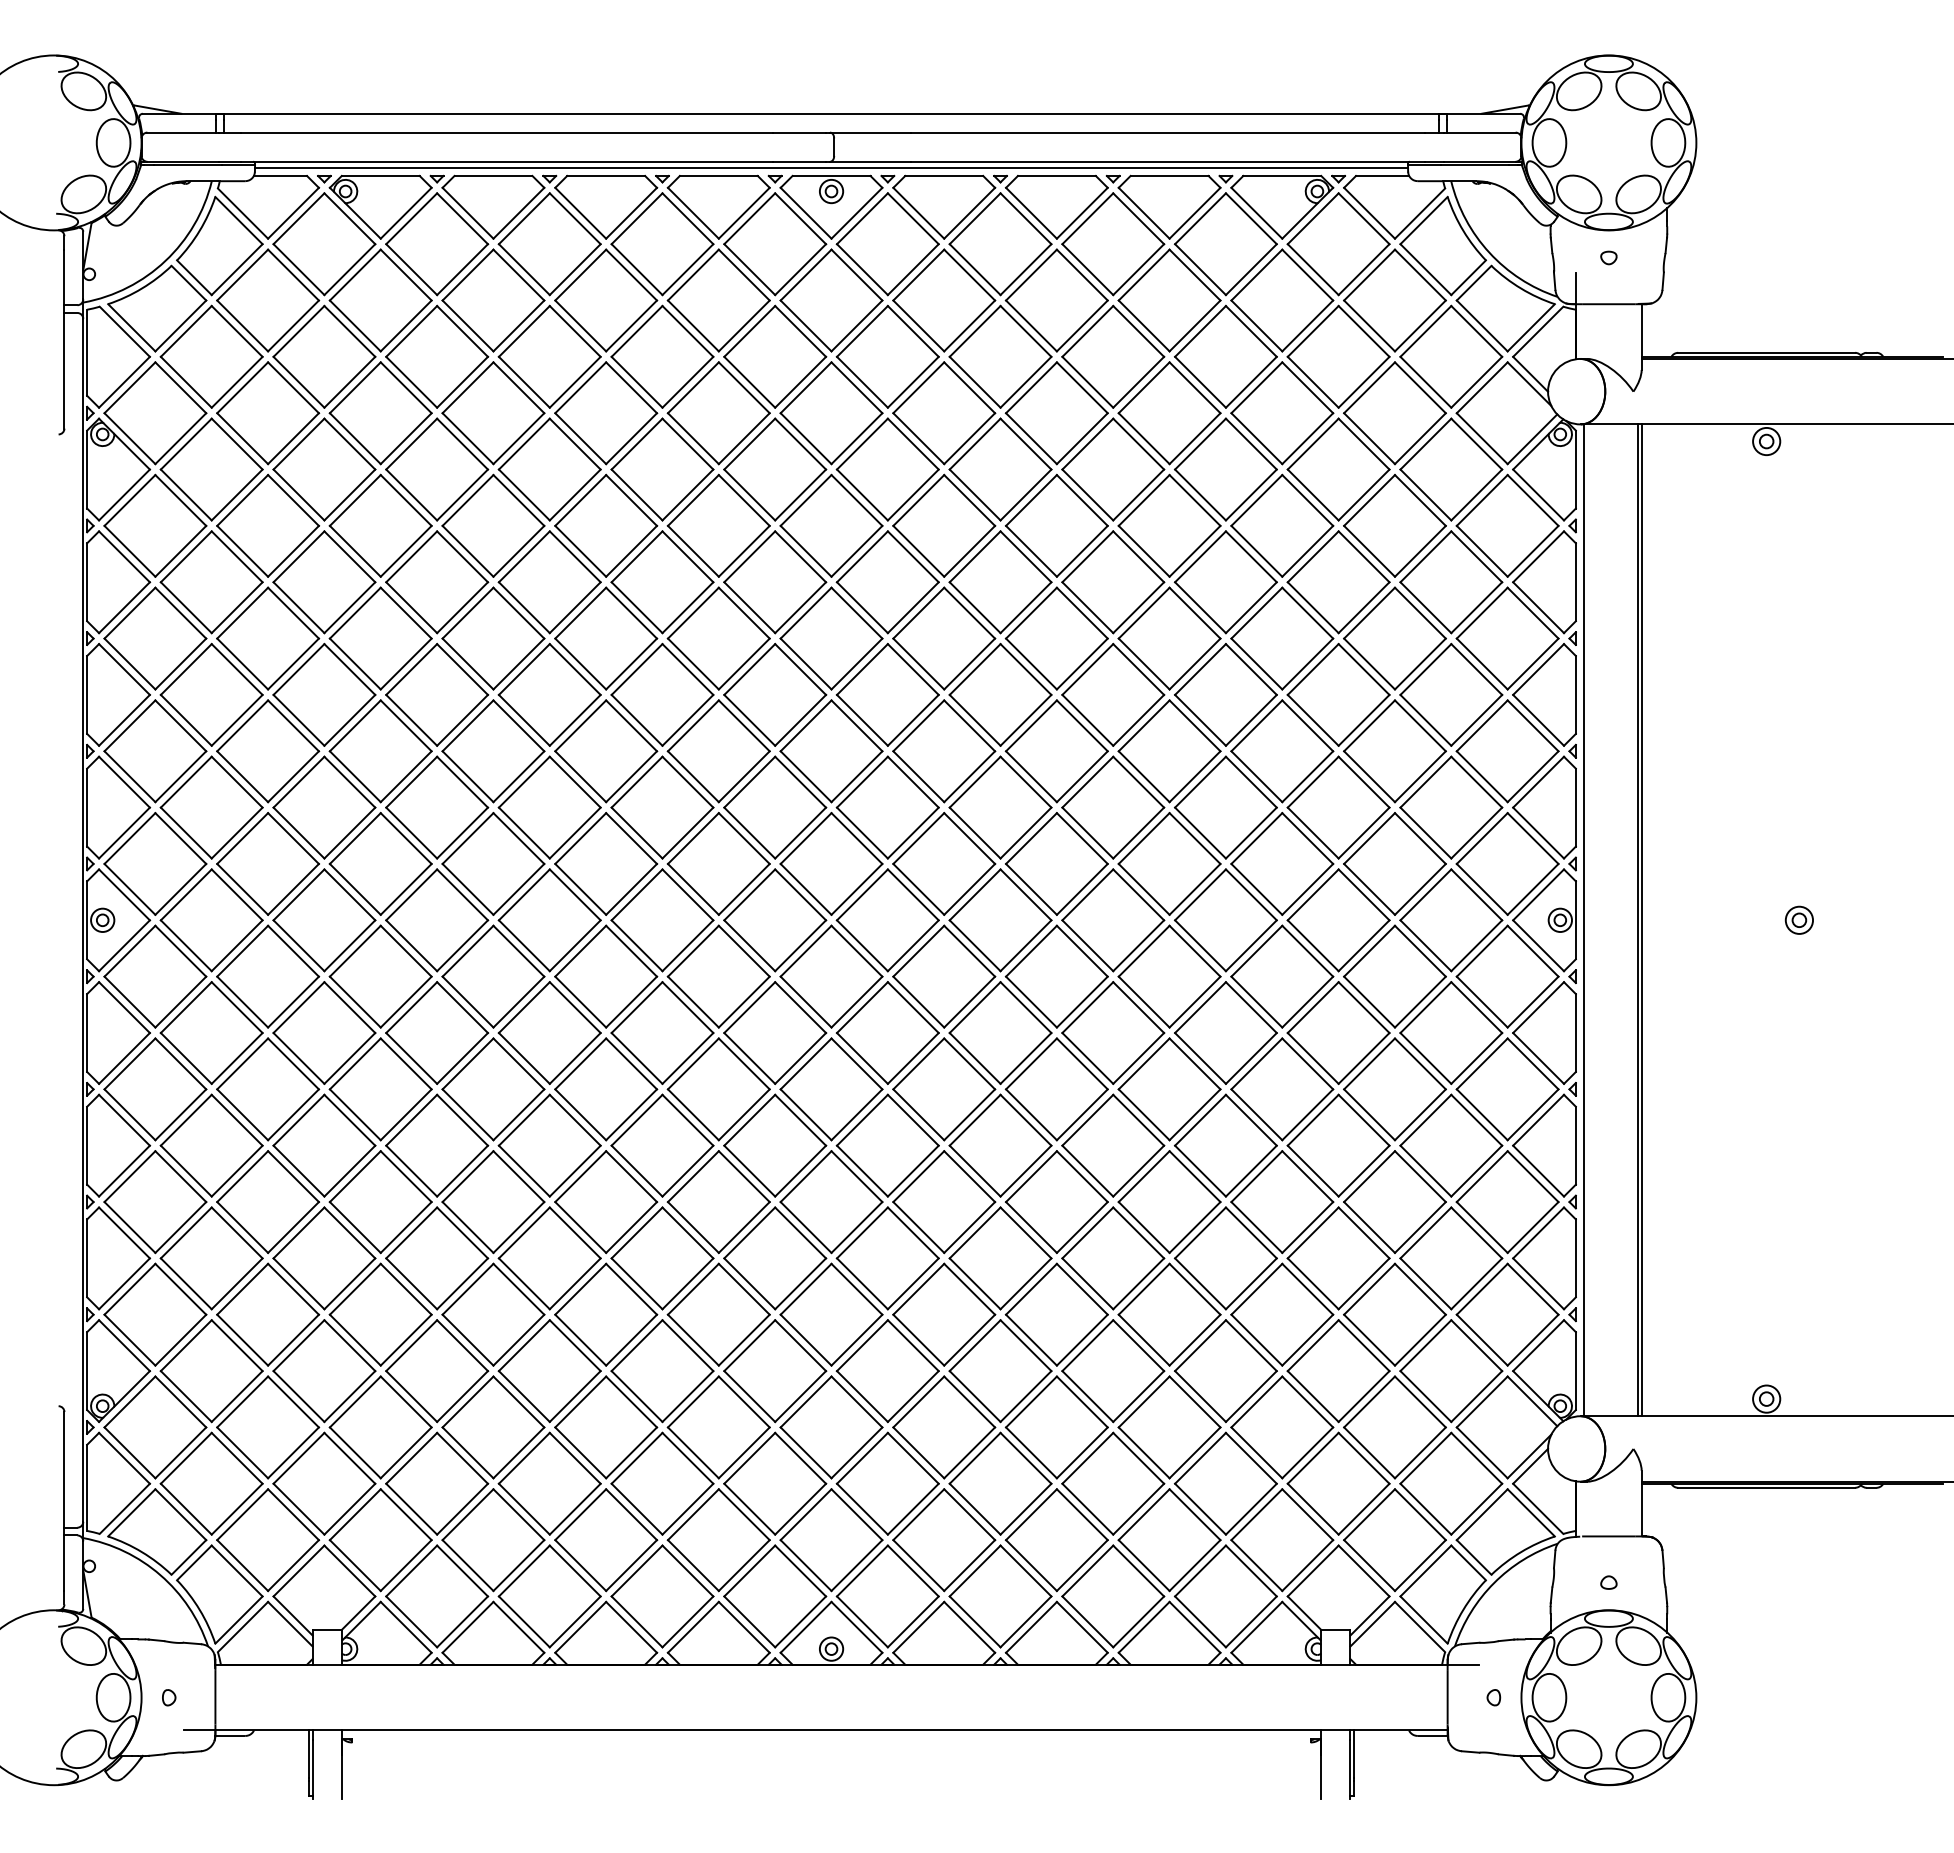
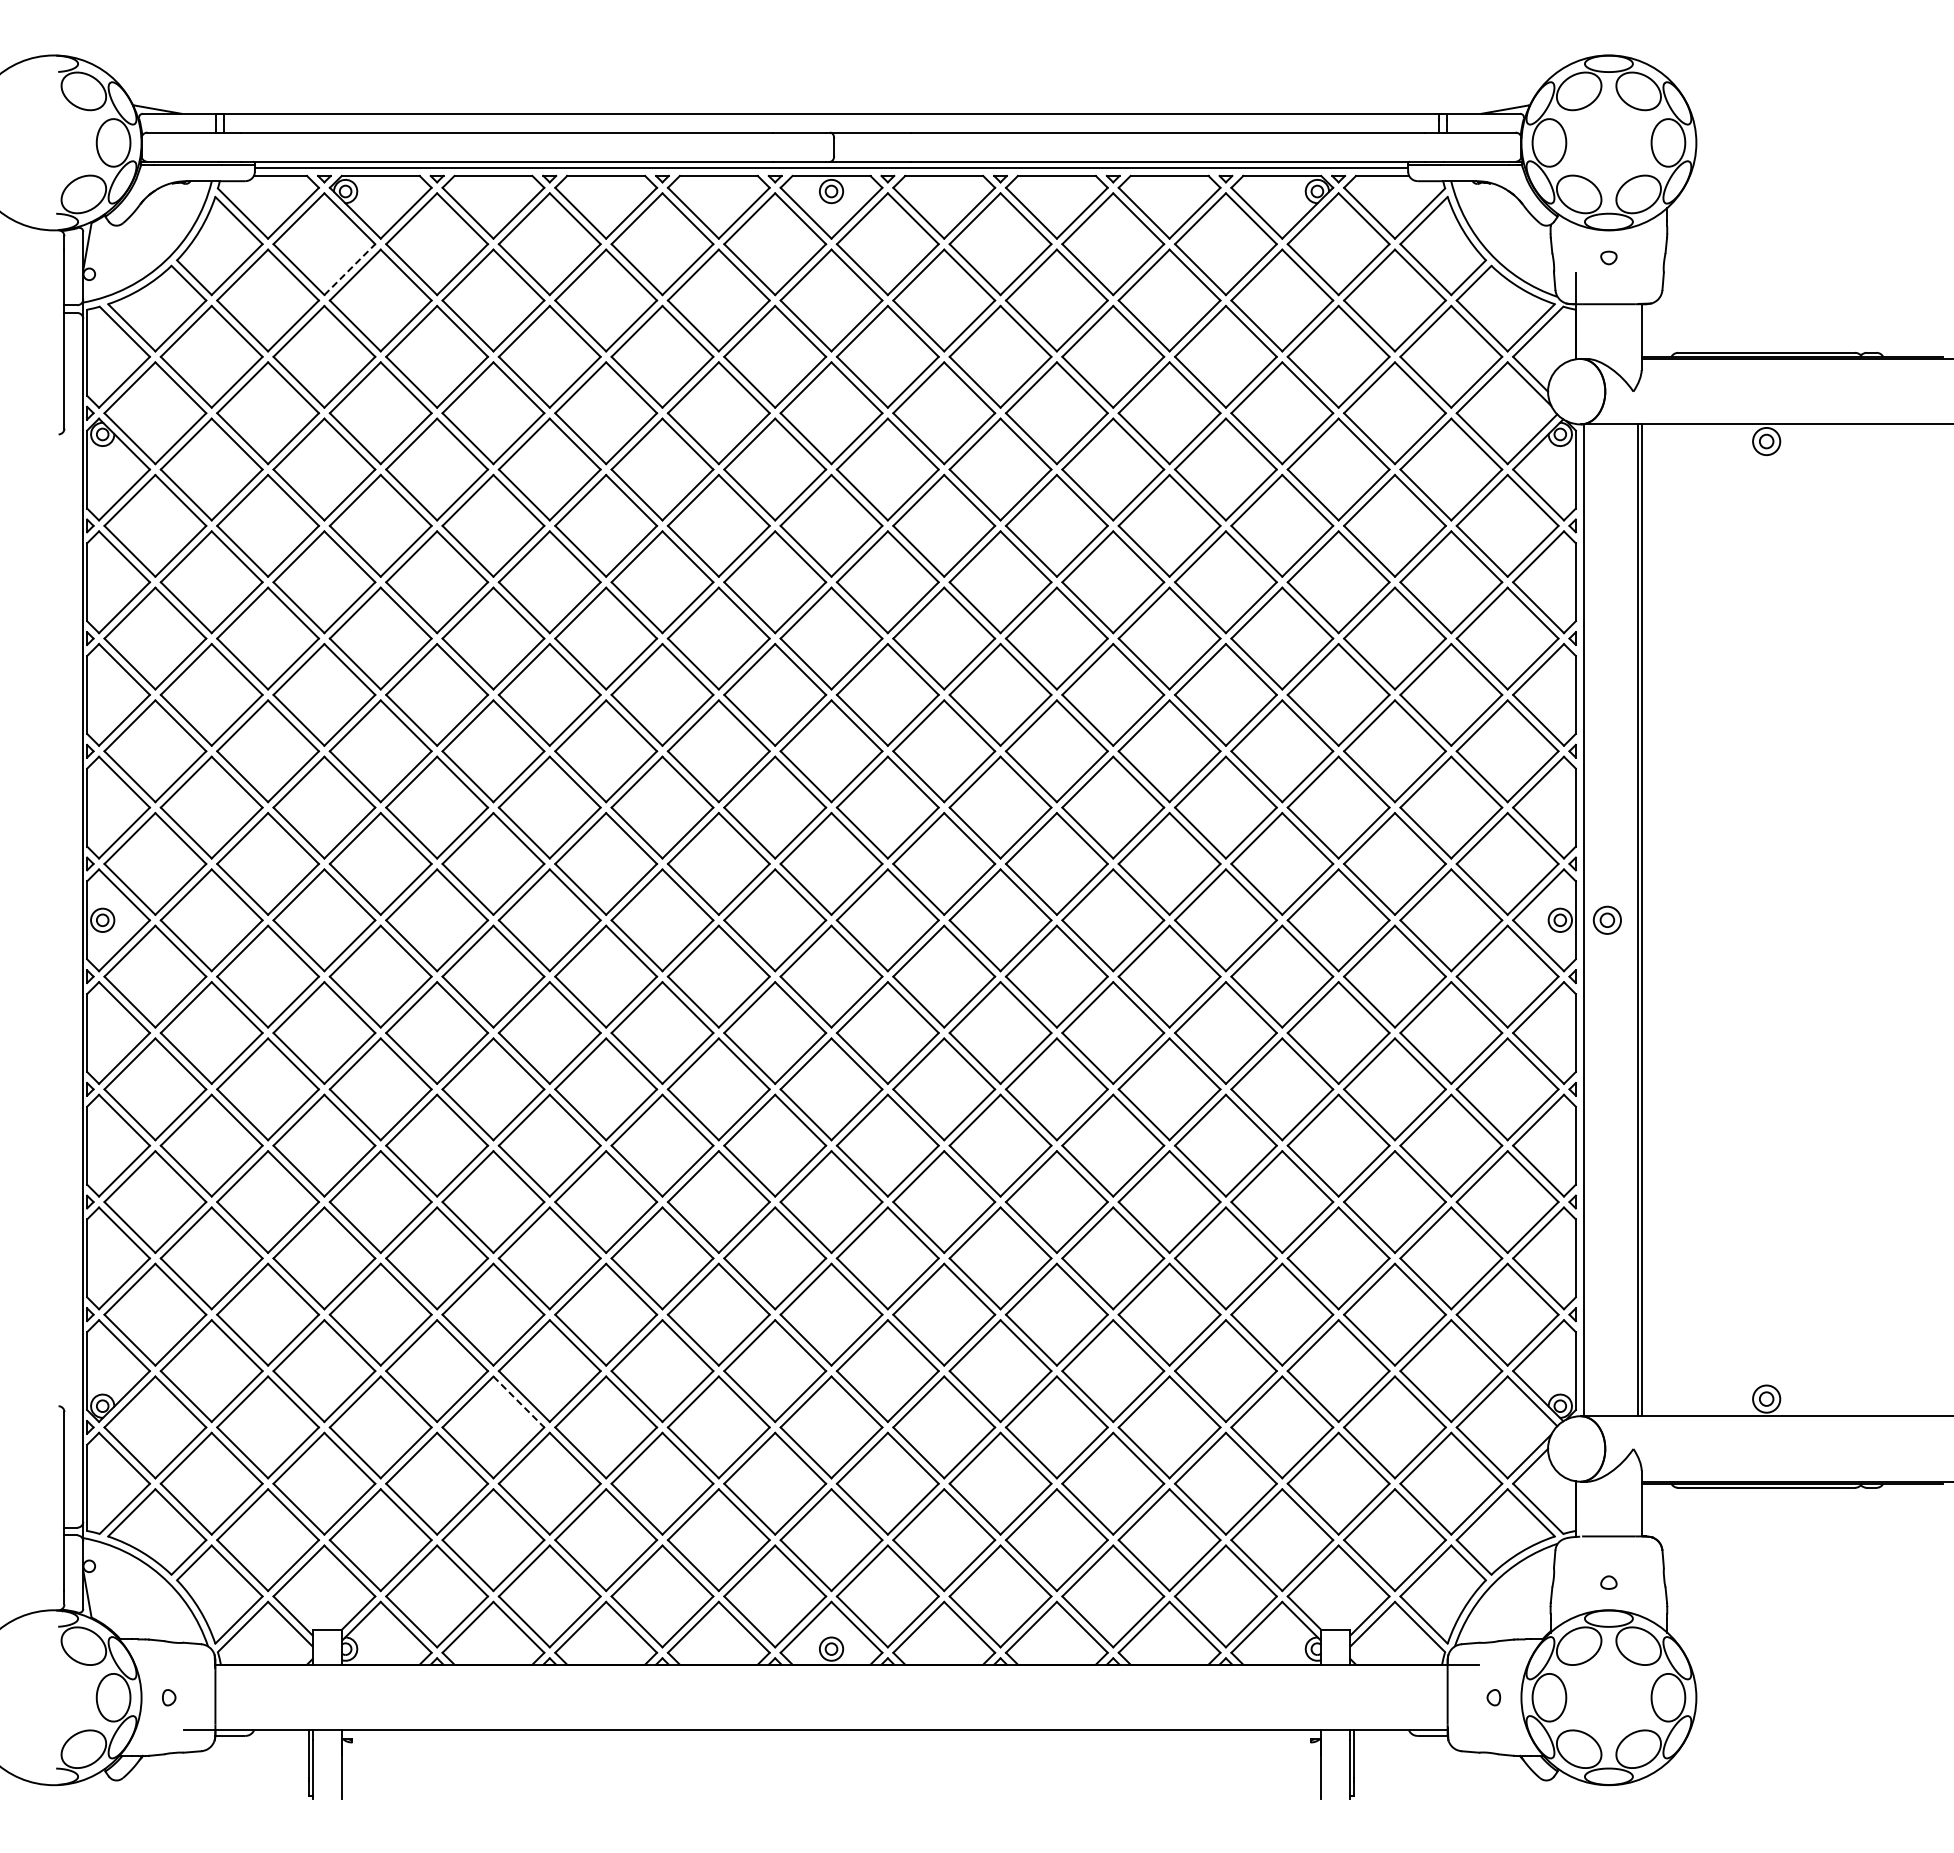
line at (349, 269): solid -> dashed
part at (1798, 919) position: (1798, 919) -> (1606, 919)
line at (518, 1402): solid -> dashed
